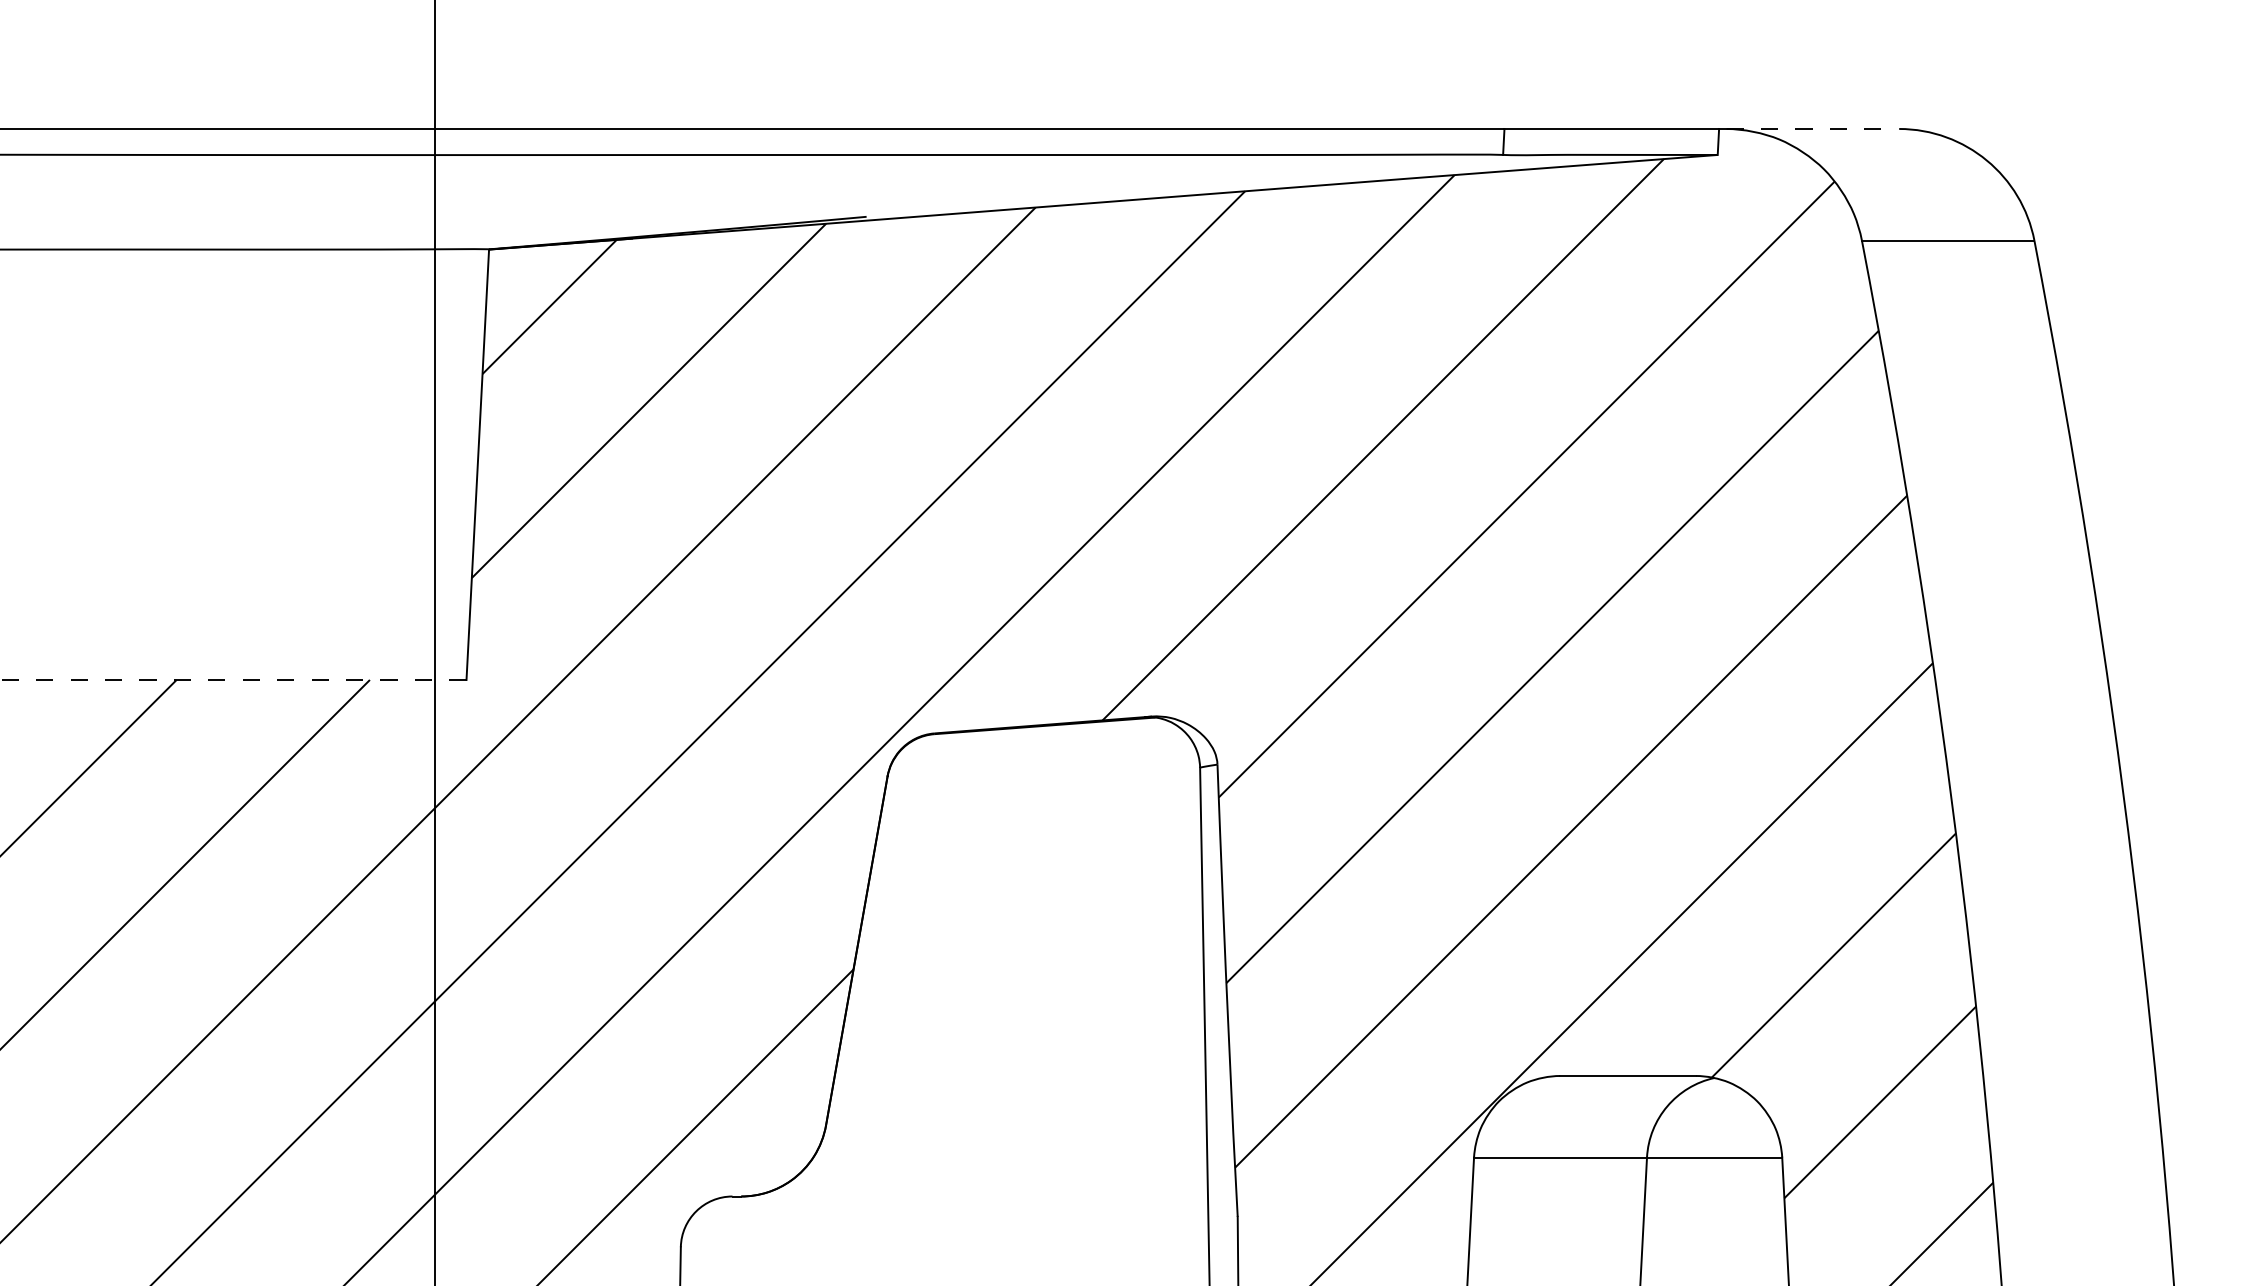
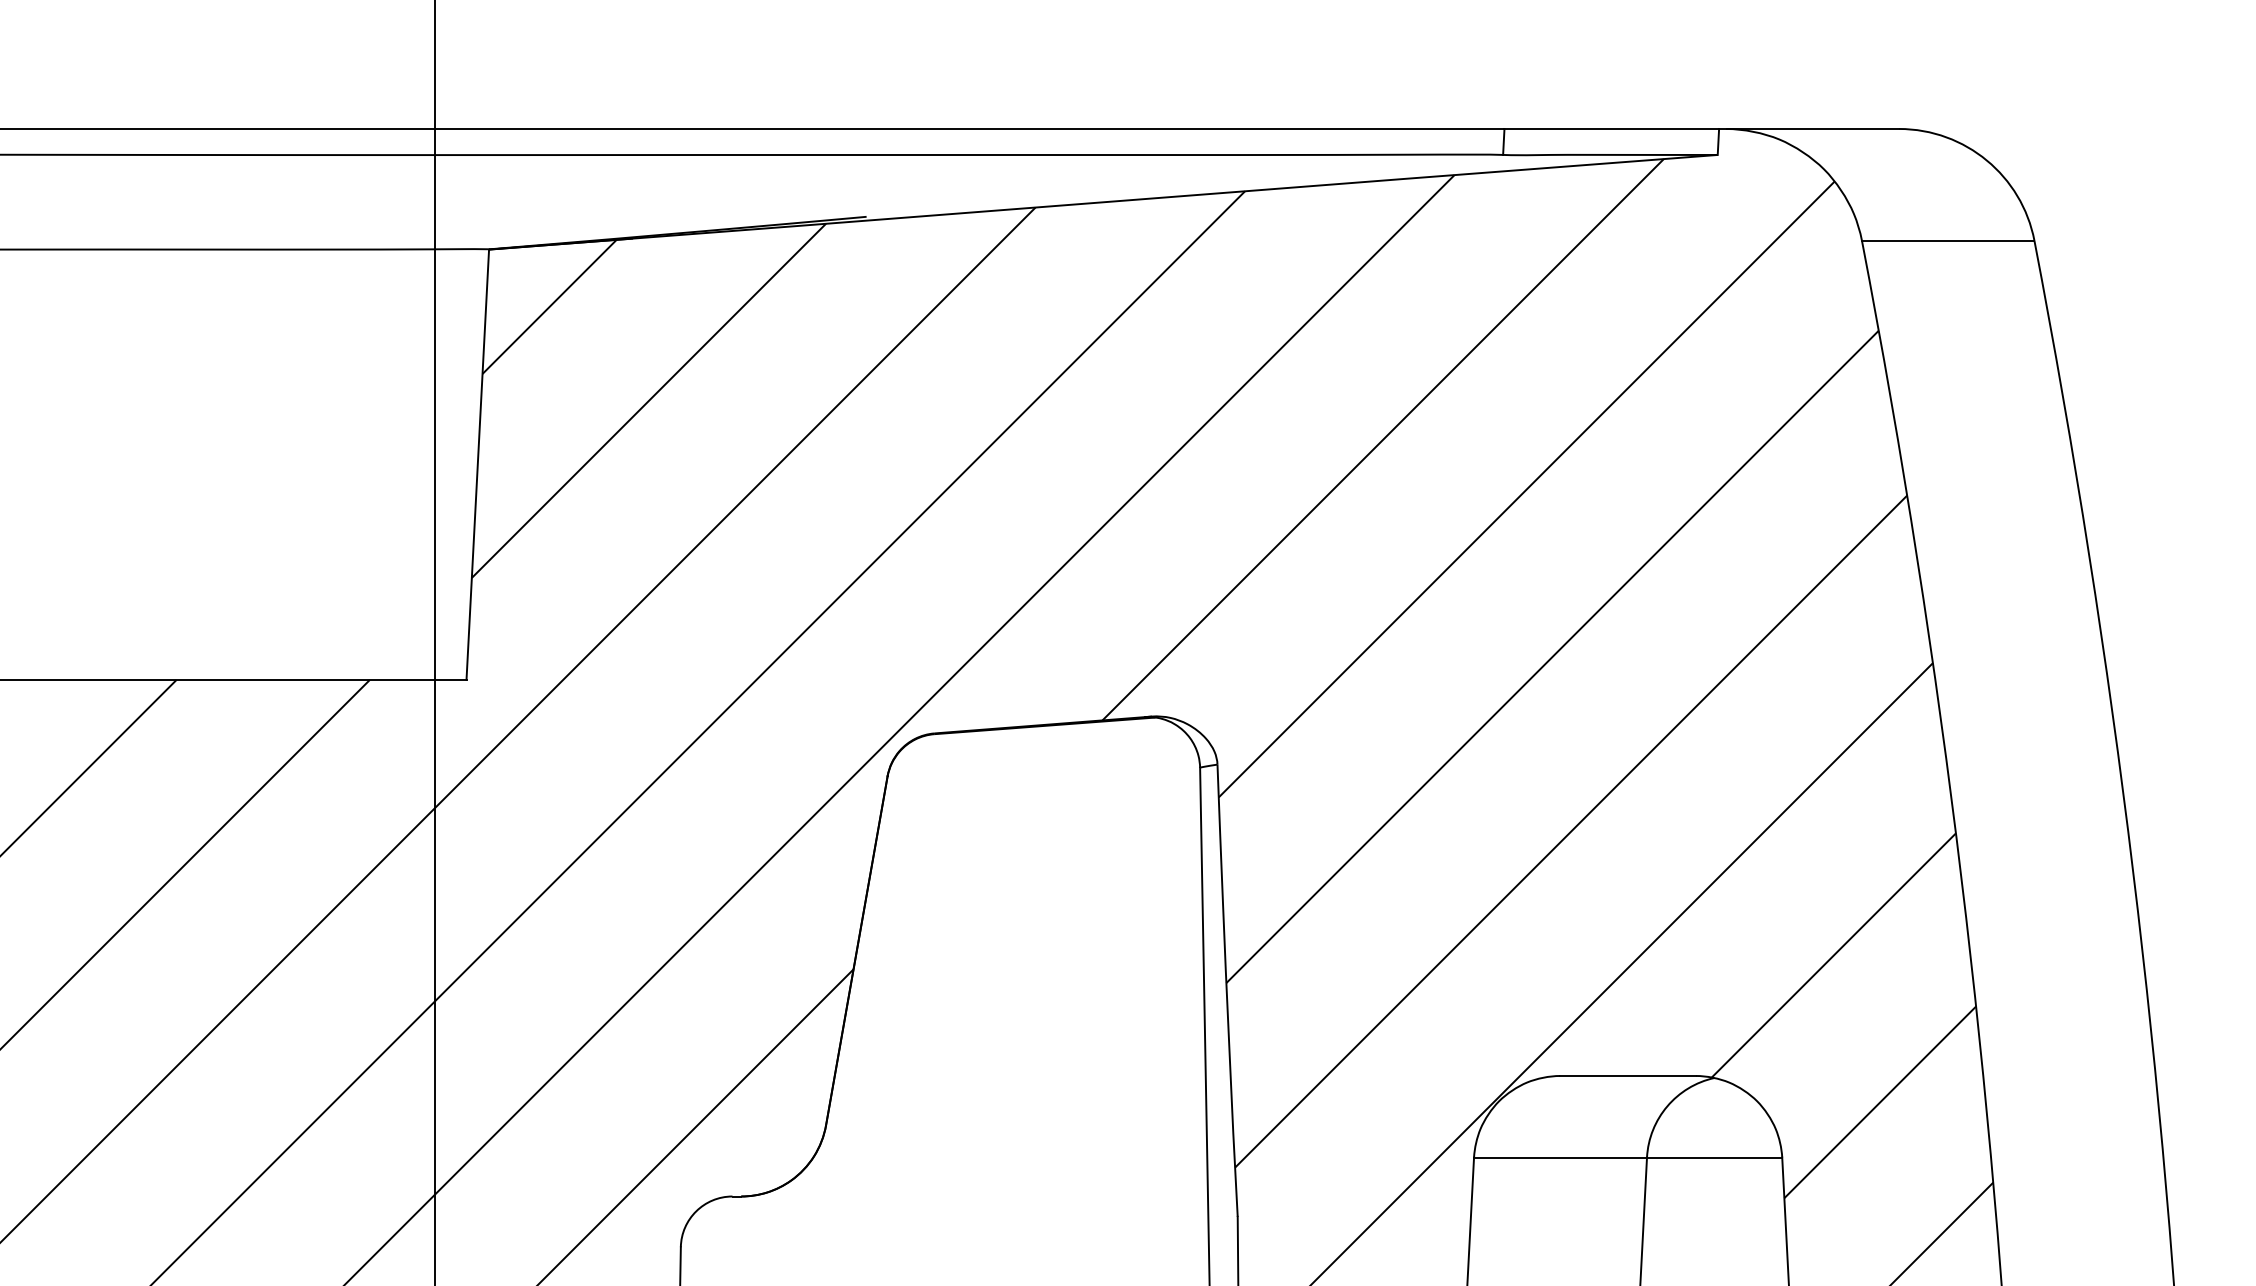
line at (1813, 128): dashed -> solid
line at (232, 679): dashed -> solid
